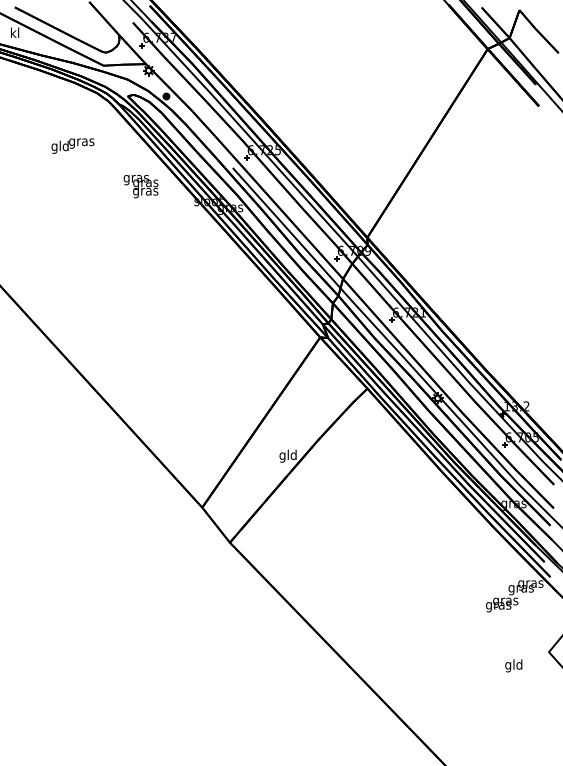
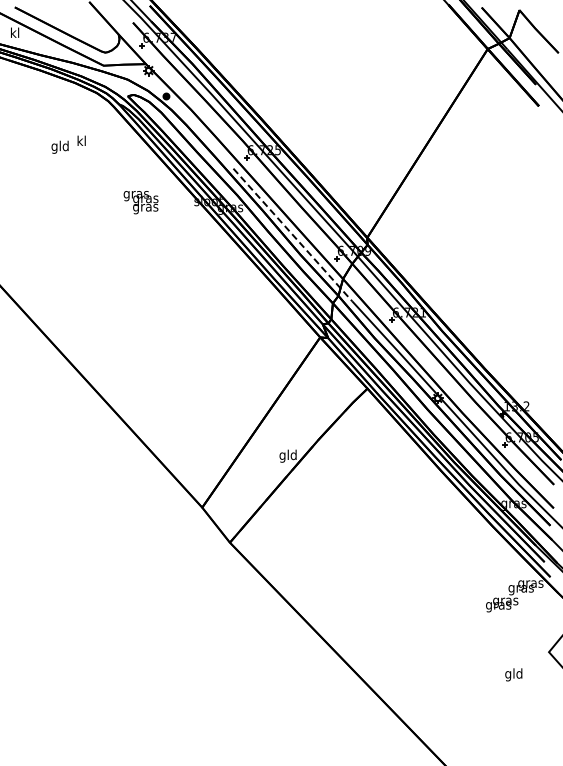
text at (81, 141): gras -> kl
text at (140, 186) position: (140, 186) -> (140, 202)
line at (293, 235): solid -> dashed
text at (513, 665) position: (513, 665) -> (513, 674)
